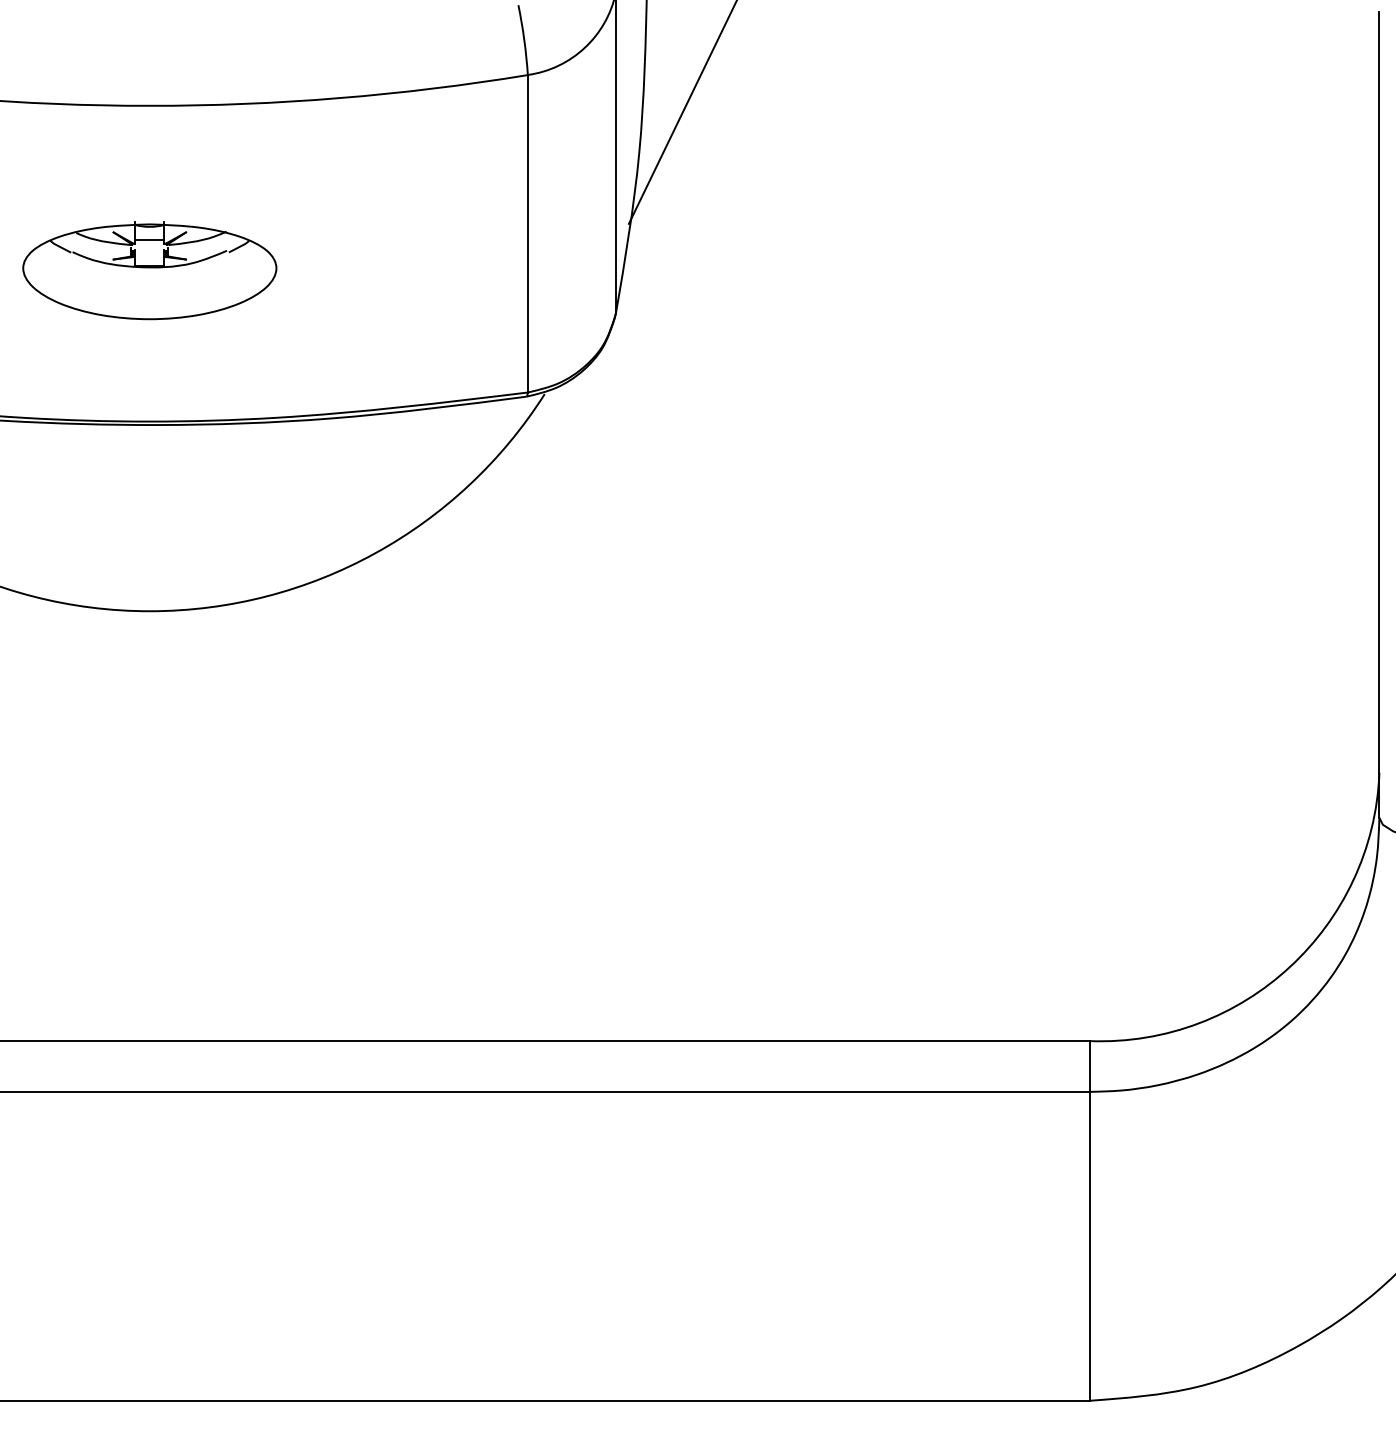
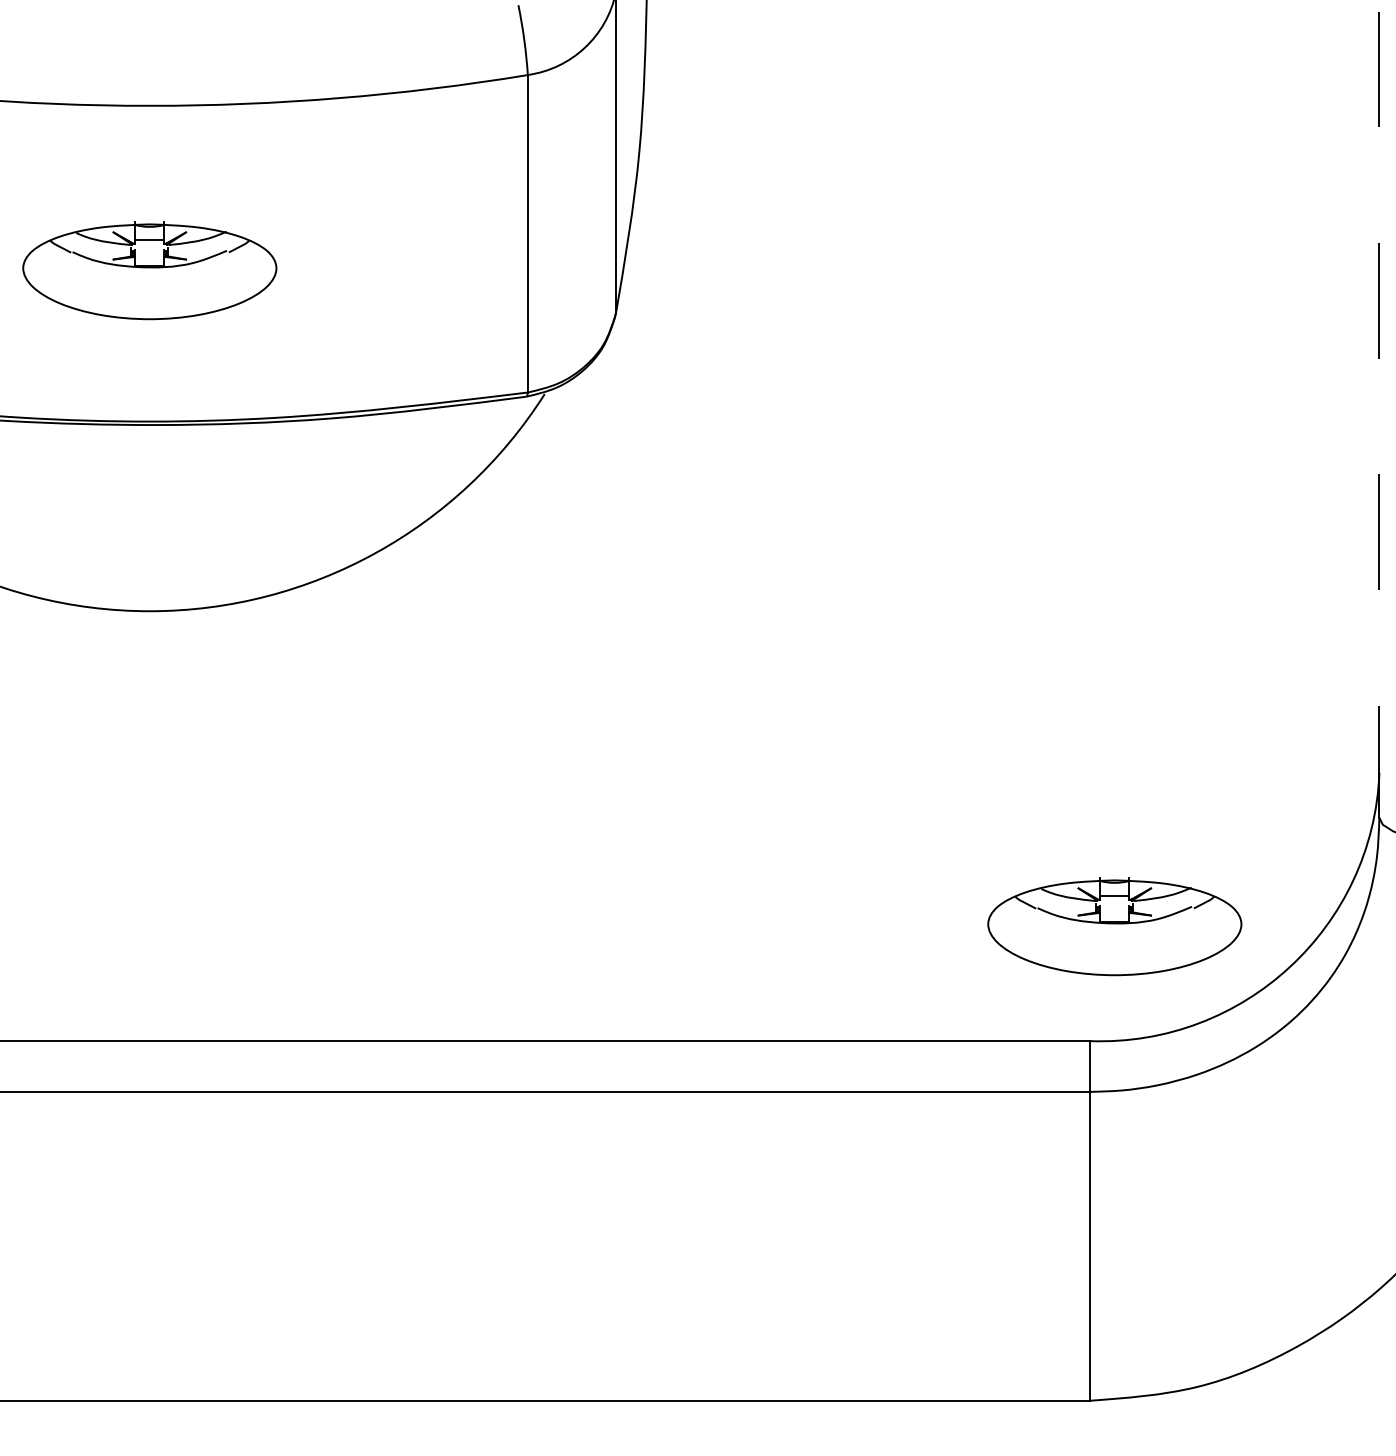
line at (682, 112): present -> none
line at (1379, 392): solid -> dashed
part at (1114, 926): none -> present
